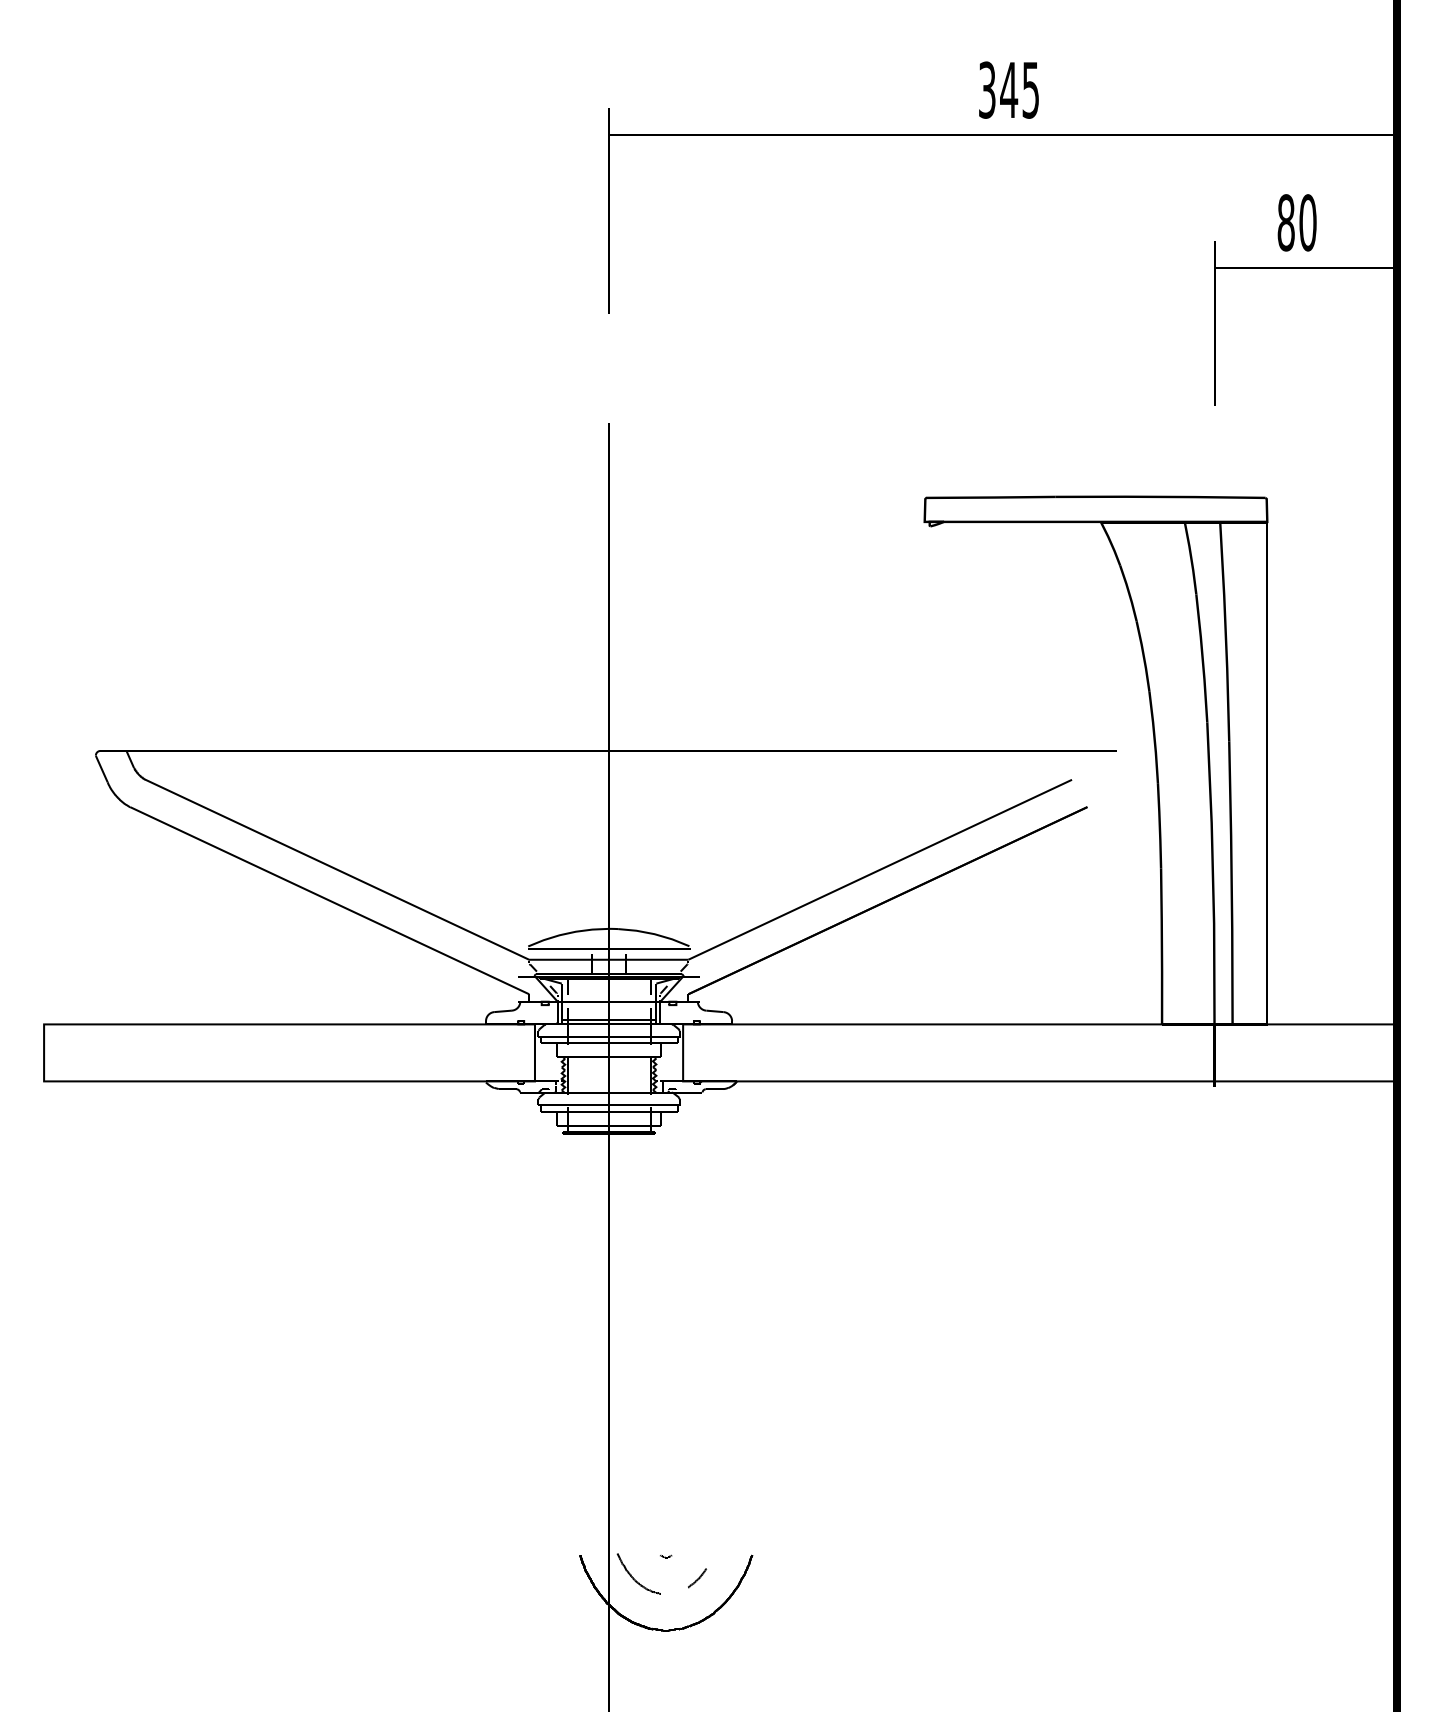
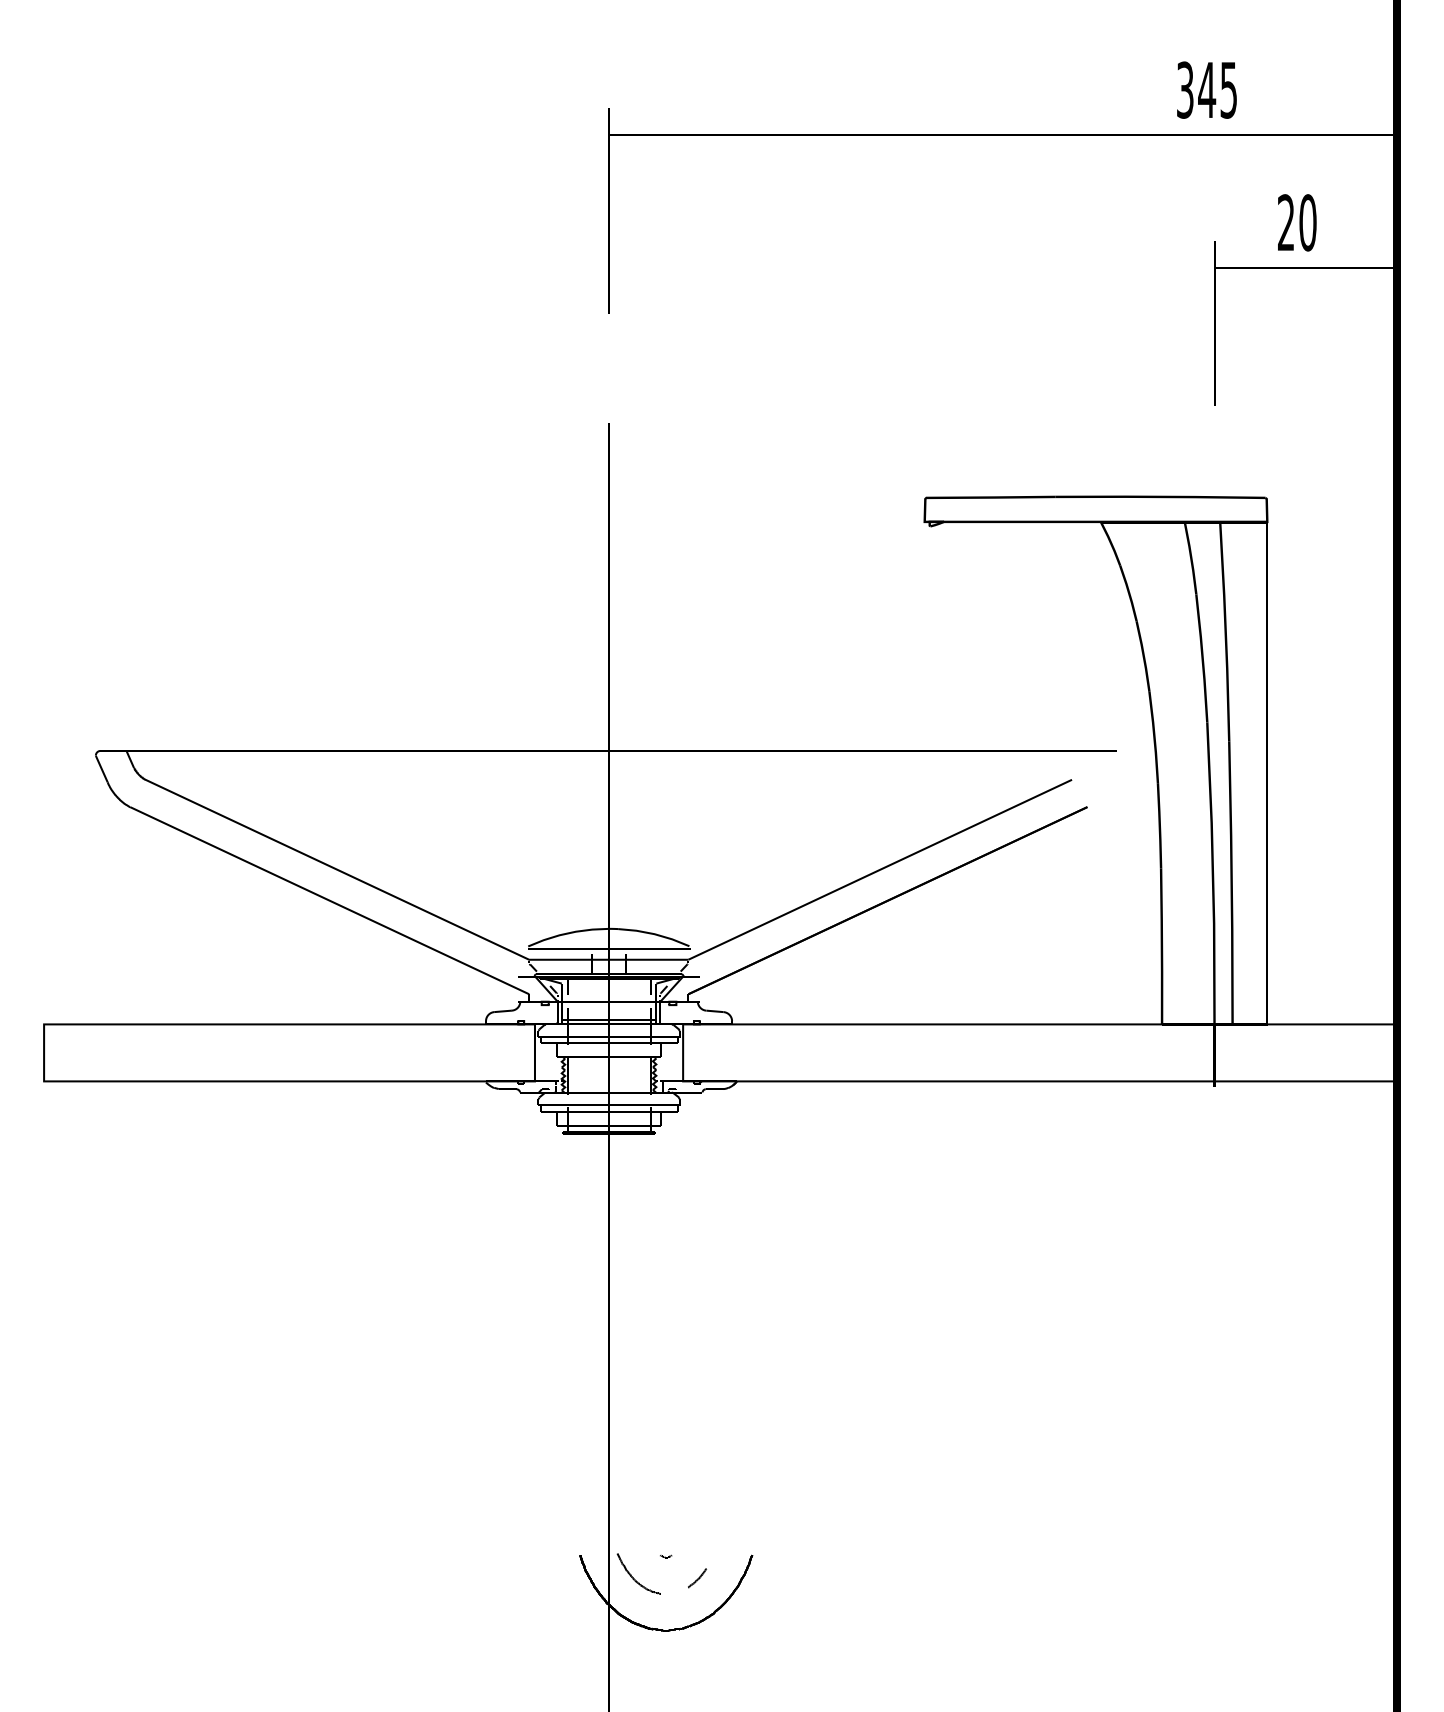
text at (1008, 89) position: (1008, 89) -> (1206, 89)
text at (1285, 222): 80 -> 20
